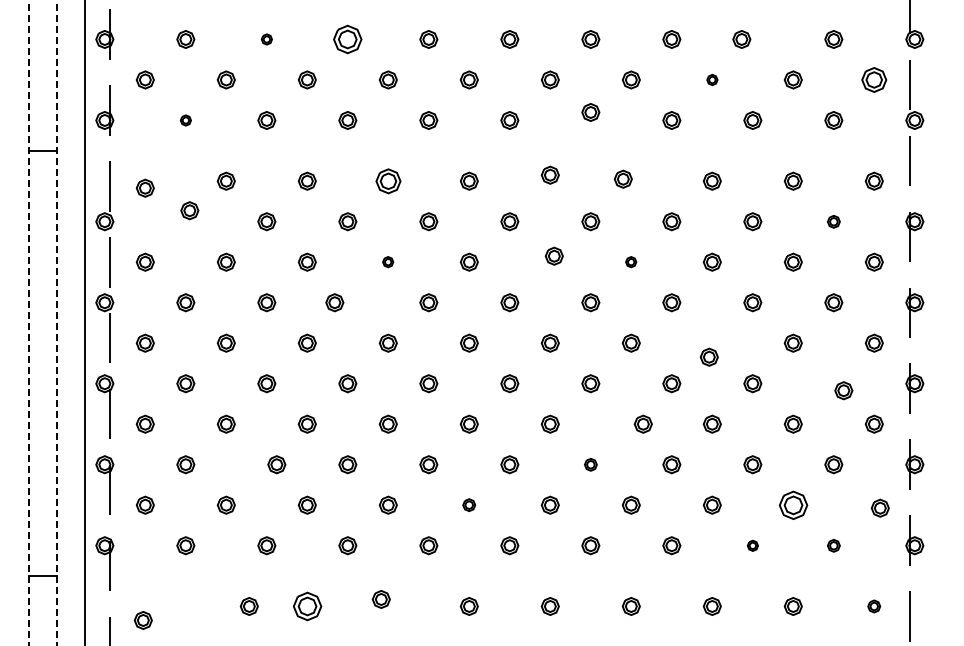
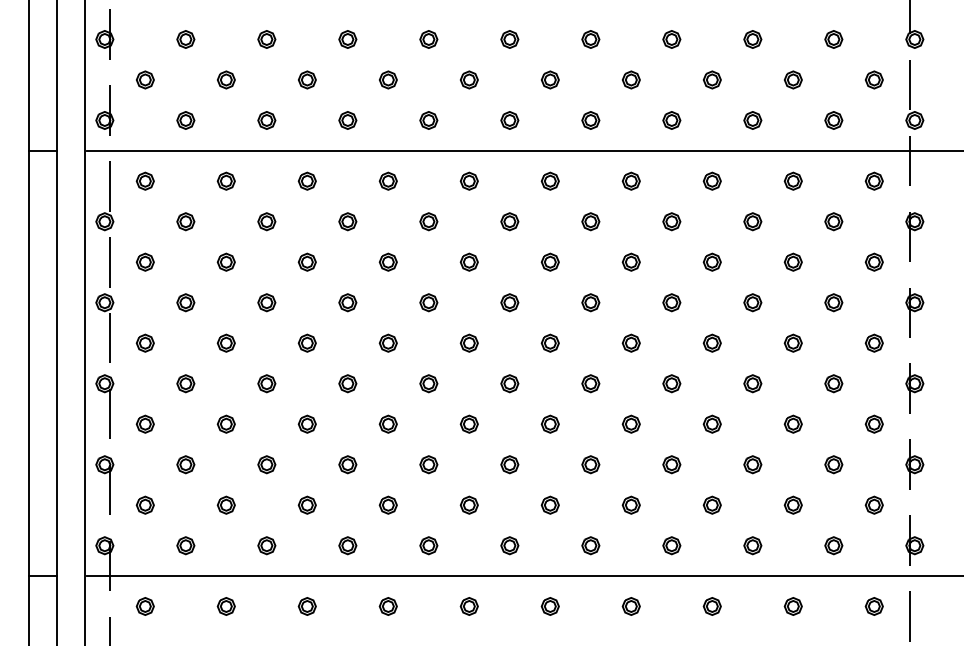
part at (266, 39) size: 13x13 px -> 20x19 px
part at (347, 39) size: 30x31 px -> 20x19 px
part at (741, 39) position: (741, 39) -> (752, 39)
part at (712, 79) size: 13x12 px -> 19x20 px
part at (874, 79) size: 27x26 px -> 19x20 px
part at (590, 112) position: (590, 112) -> (590, 120)
part at (185, 120) size: 13x13 px -> 20x19 px
line at (523, 150): none -> present
part at (549, 174) position: (549, 174) -> (549, 180)
part at (622, 178) position: (622, 178) -> (630, 180)
part at (388, 181) size: 27x27 px -> 20x20 px
part at (144, 187) position: (144, 187) -> (144, 180)
part at (189, 210) position: (189, 210) -> (185, 221)
part at (833, 221) size: 14x14 px -> 20x20 px
part at (553, 255) position: (553, 255) -> (549, 261)
part at (388, 262) size: 13x13 px -> 20x20 px
part at (631, 262) size: 13x13 px -> 20x20 px
part at (334, 302) position: (334, 302) -> (347, 302)
line at (57, 322): dashed -> solid
line at (28, 323): dashed -> solid
part at (708, 356) position: (708, 356) -> (711, 342)
part at (843, 390) position: (843, 390) -> (833, 383)
part at (642, 423) position: (642, 423) -> (630, 423)
part at (276, 464) position: (276, 464) -> (266, 464)
part at (590, 464) size: 14x14 px -> 20x20 px
part at (469, 504) size: 15x14 px -> 20x20 px
part at (793, 504) size: 31x30 px -> 20x20 px
part at (879, 507) position: (879, 507) -> (873, 504)
part at (752, 545) size: 13x13 px -> 20x20 px
part at (833, 545) size: 14x14 px -> 20x20 px
line at (523, 576): none -> present
part at (380, 599) position: (380, 599) -> (387, 606)
part at (248, 606) position: (248, 606) -> (225, 606)
part at (307, 606) size: 31x31 px -> 20x19 px
part at (874, 606) size: 15x15 px -> 20x19 px
part at (142, 620) position: (142, 620) -> (144, 606)
